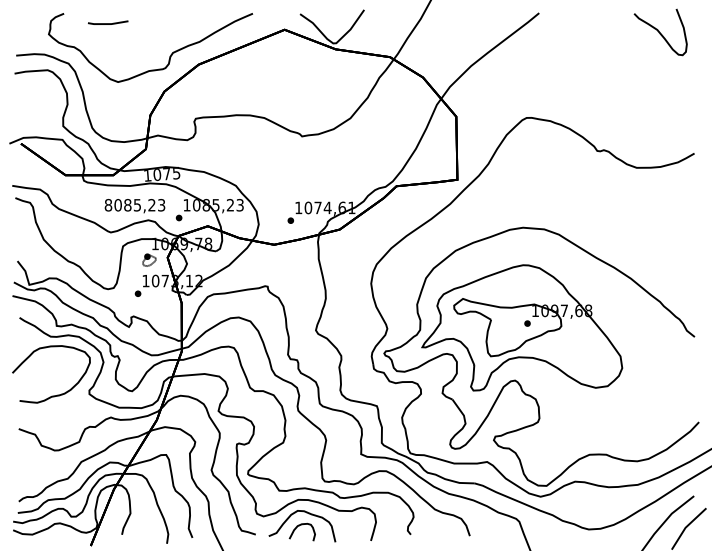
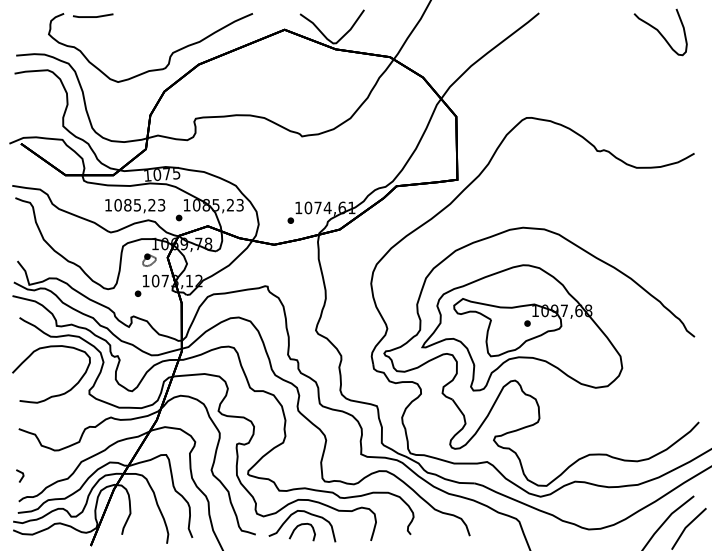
line at (108, 23) position: (108, 23) -> (93, 16)
text at (108, 205): 8085,23 -> 1085,23
line at (20, 473): none -> present
